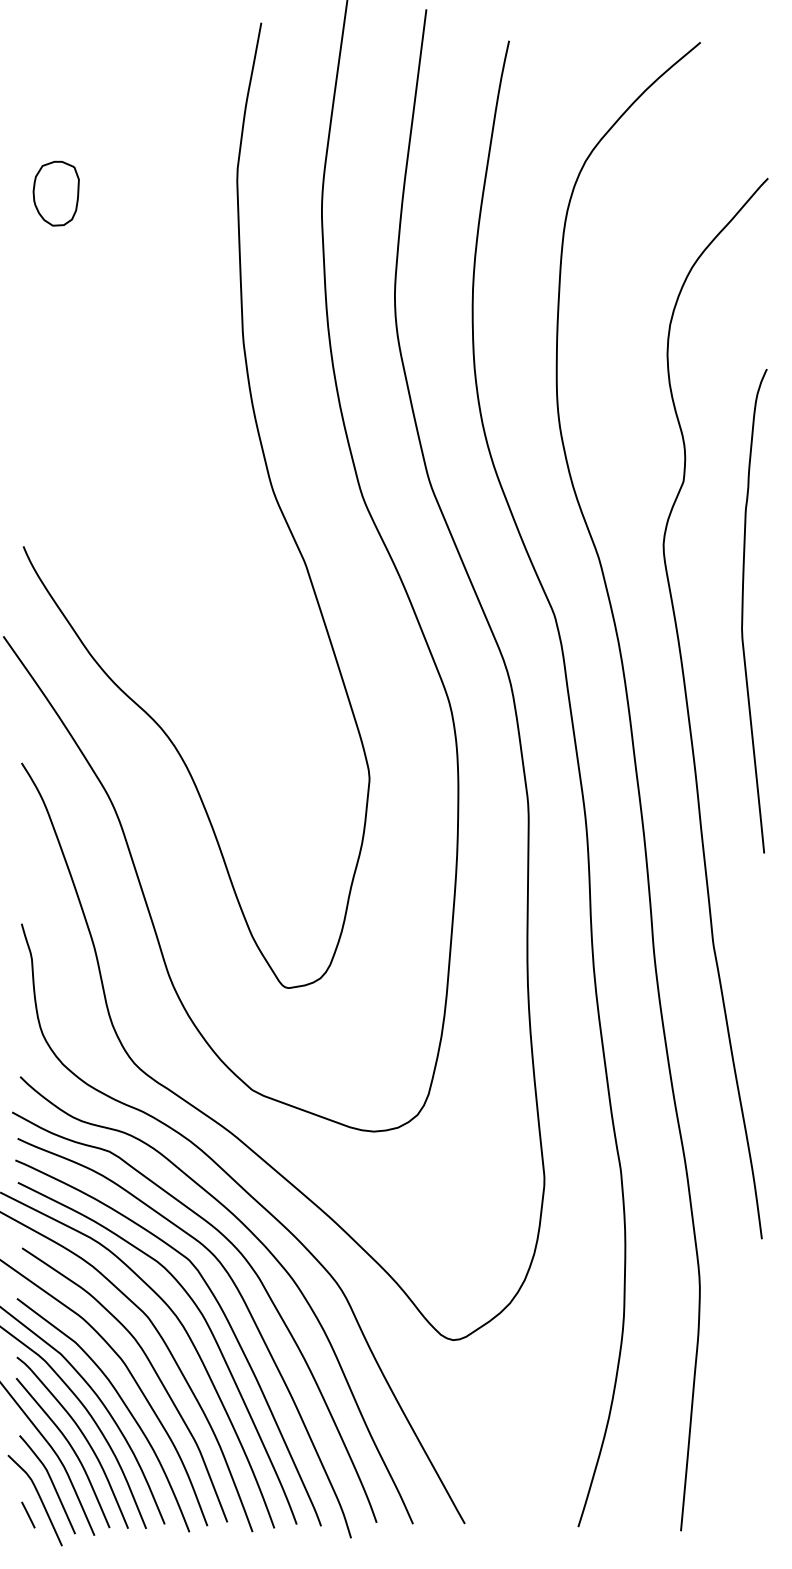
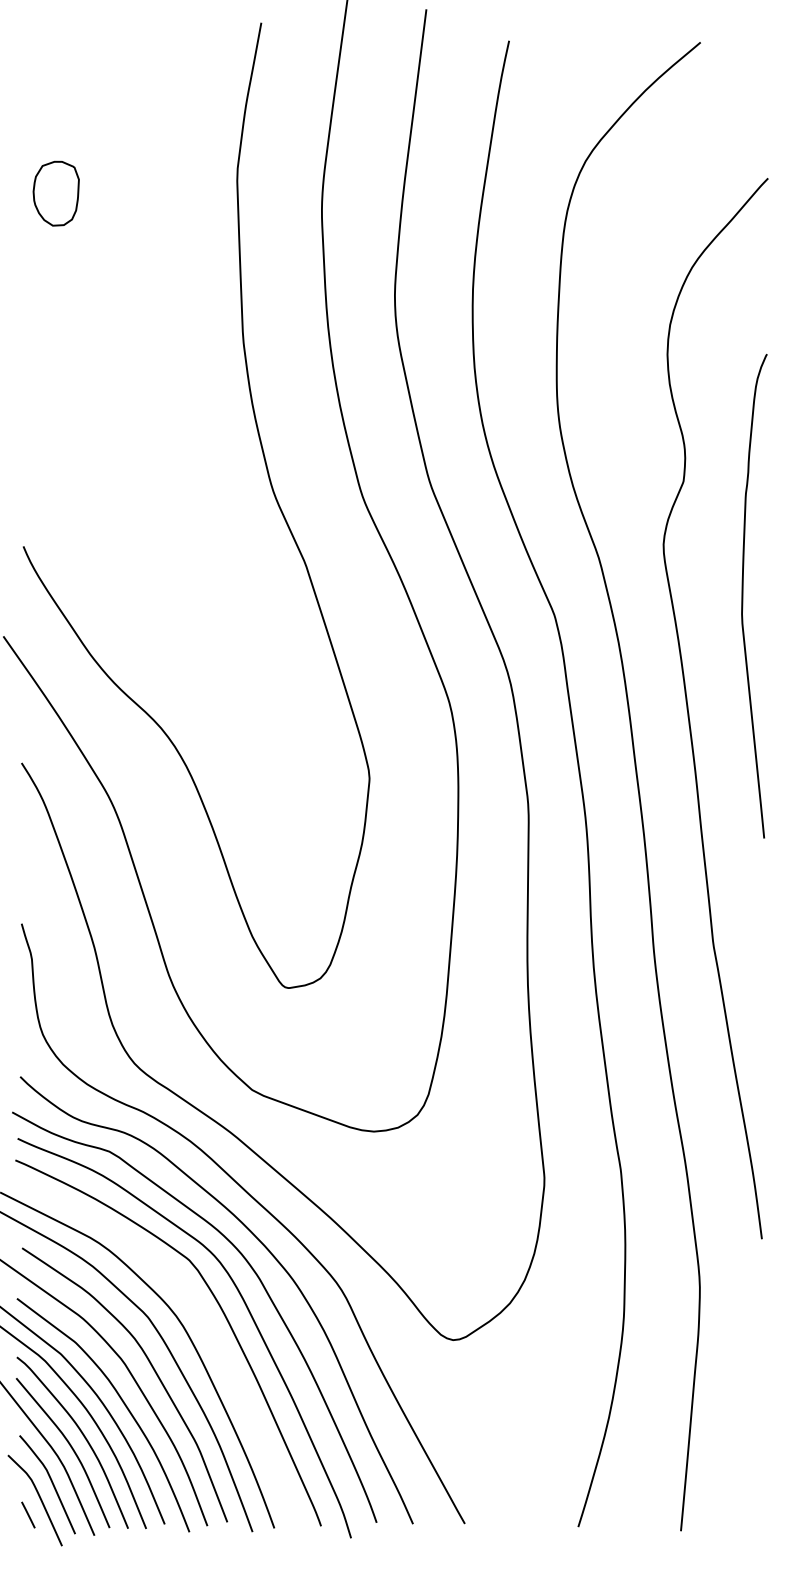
curve at (743, 611) position: (743, 611) -> (743, 596)
curve at (208, 1328): present -> none
